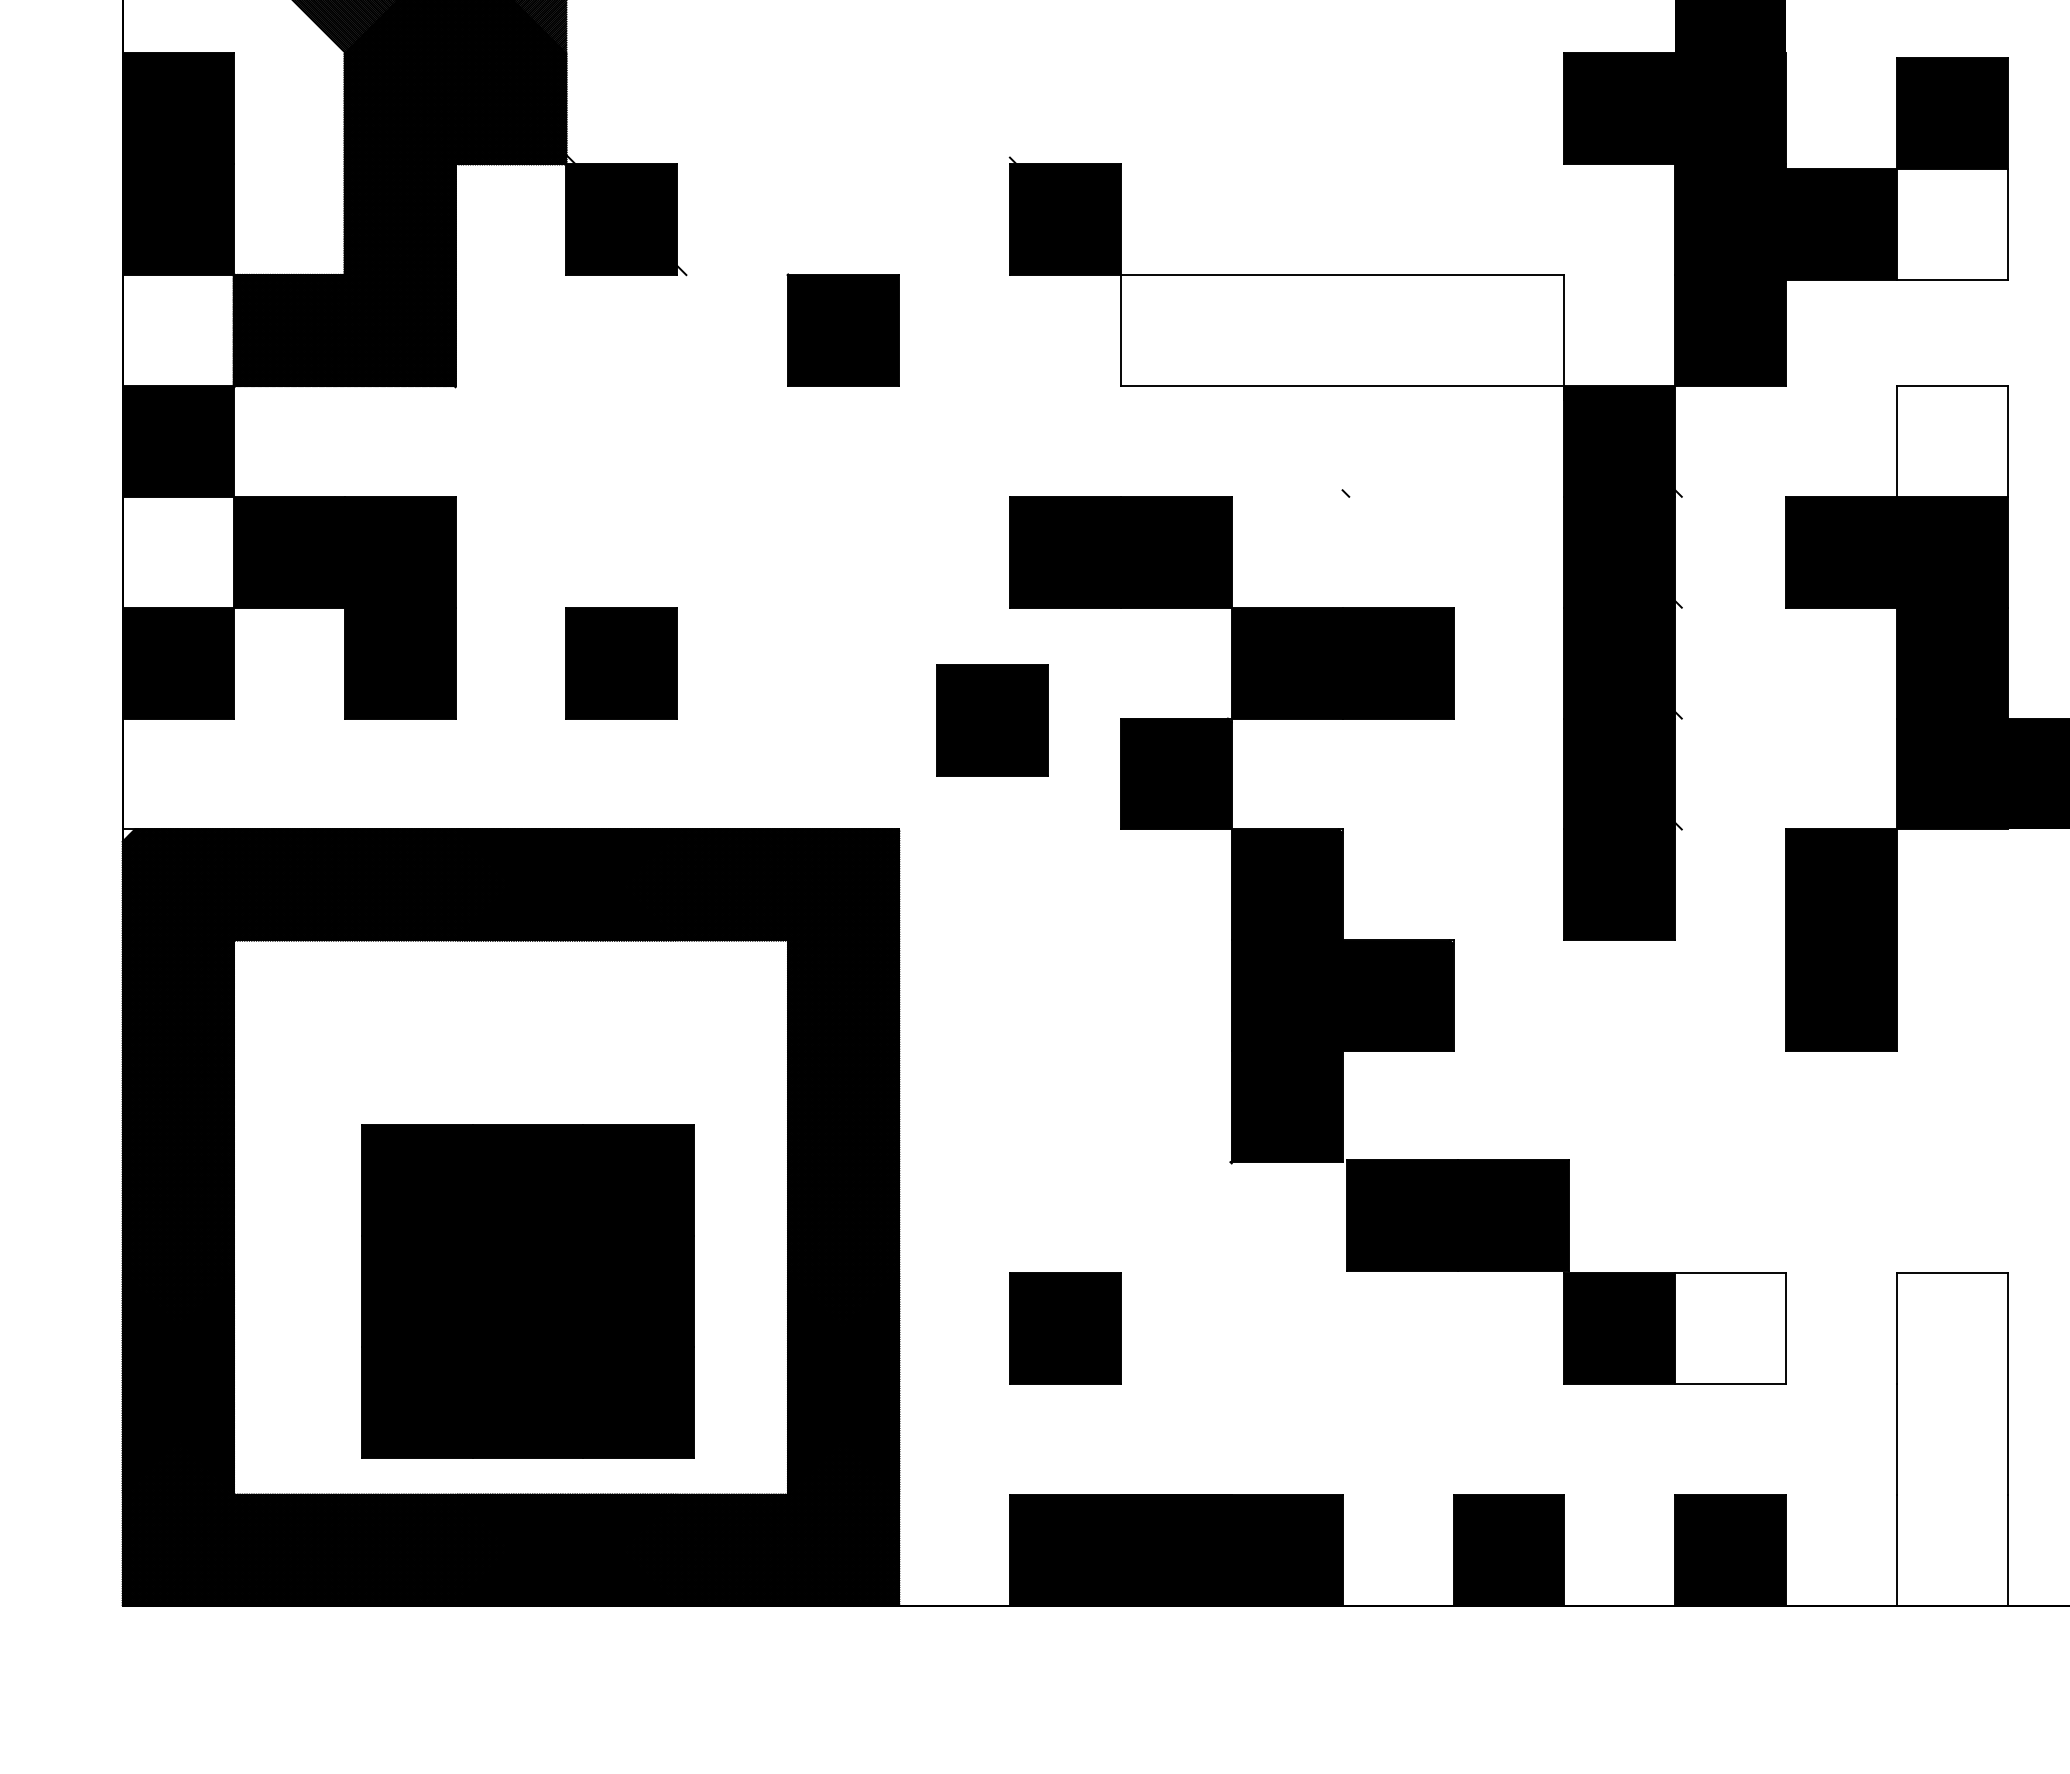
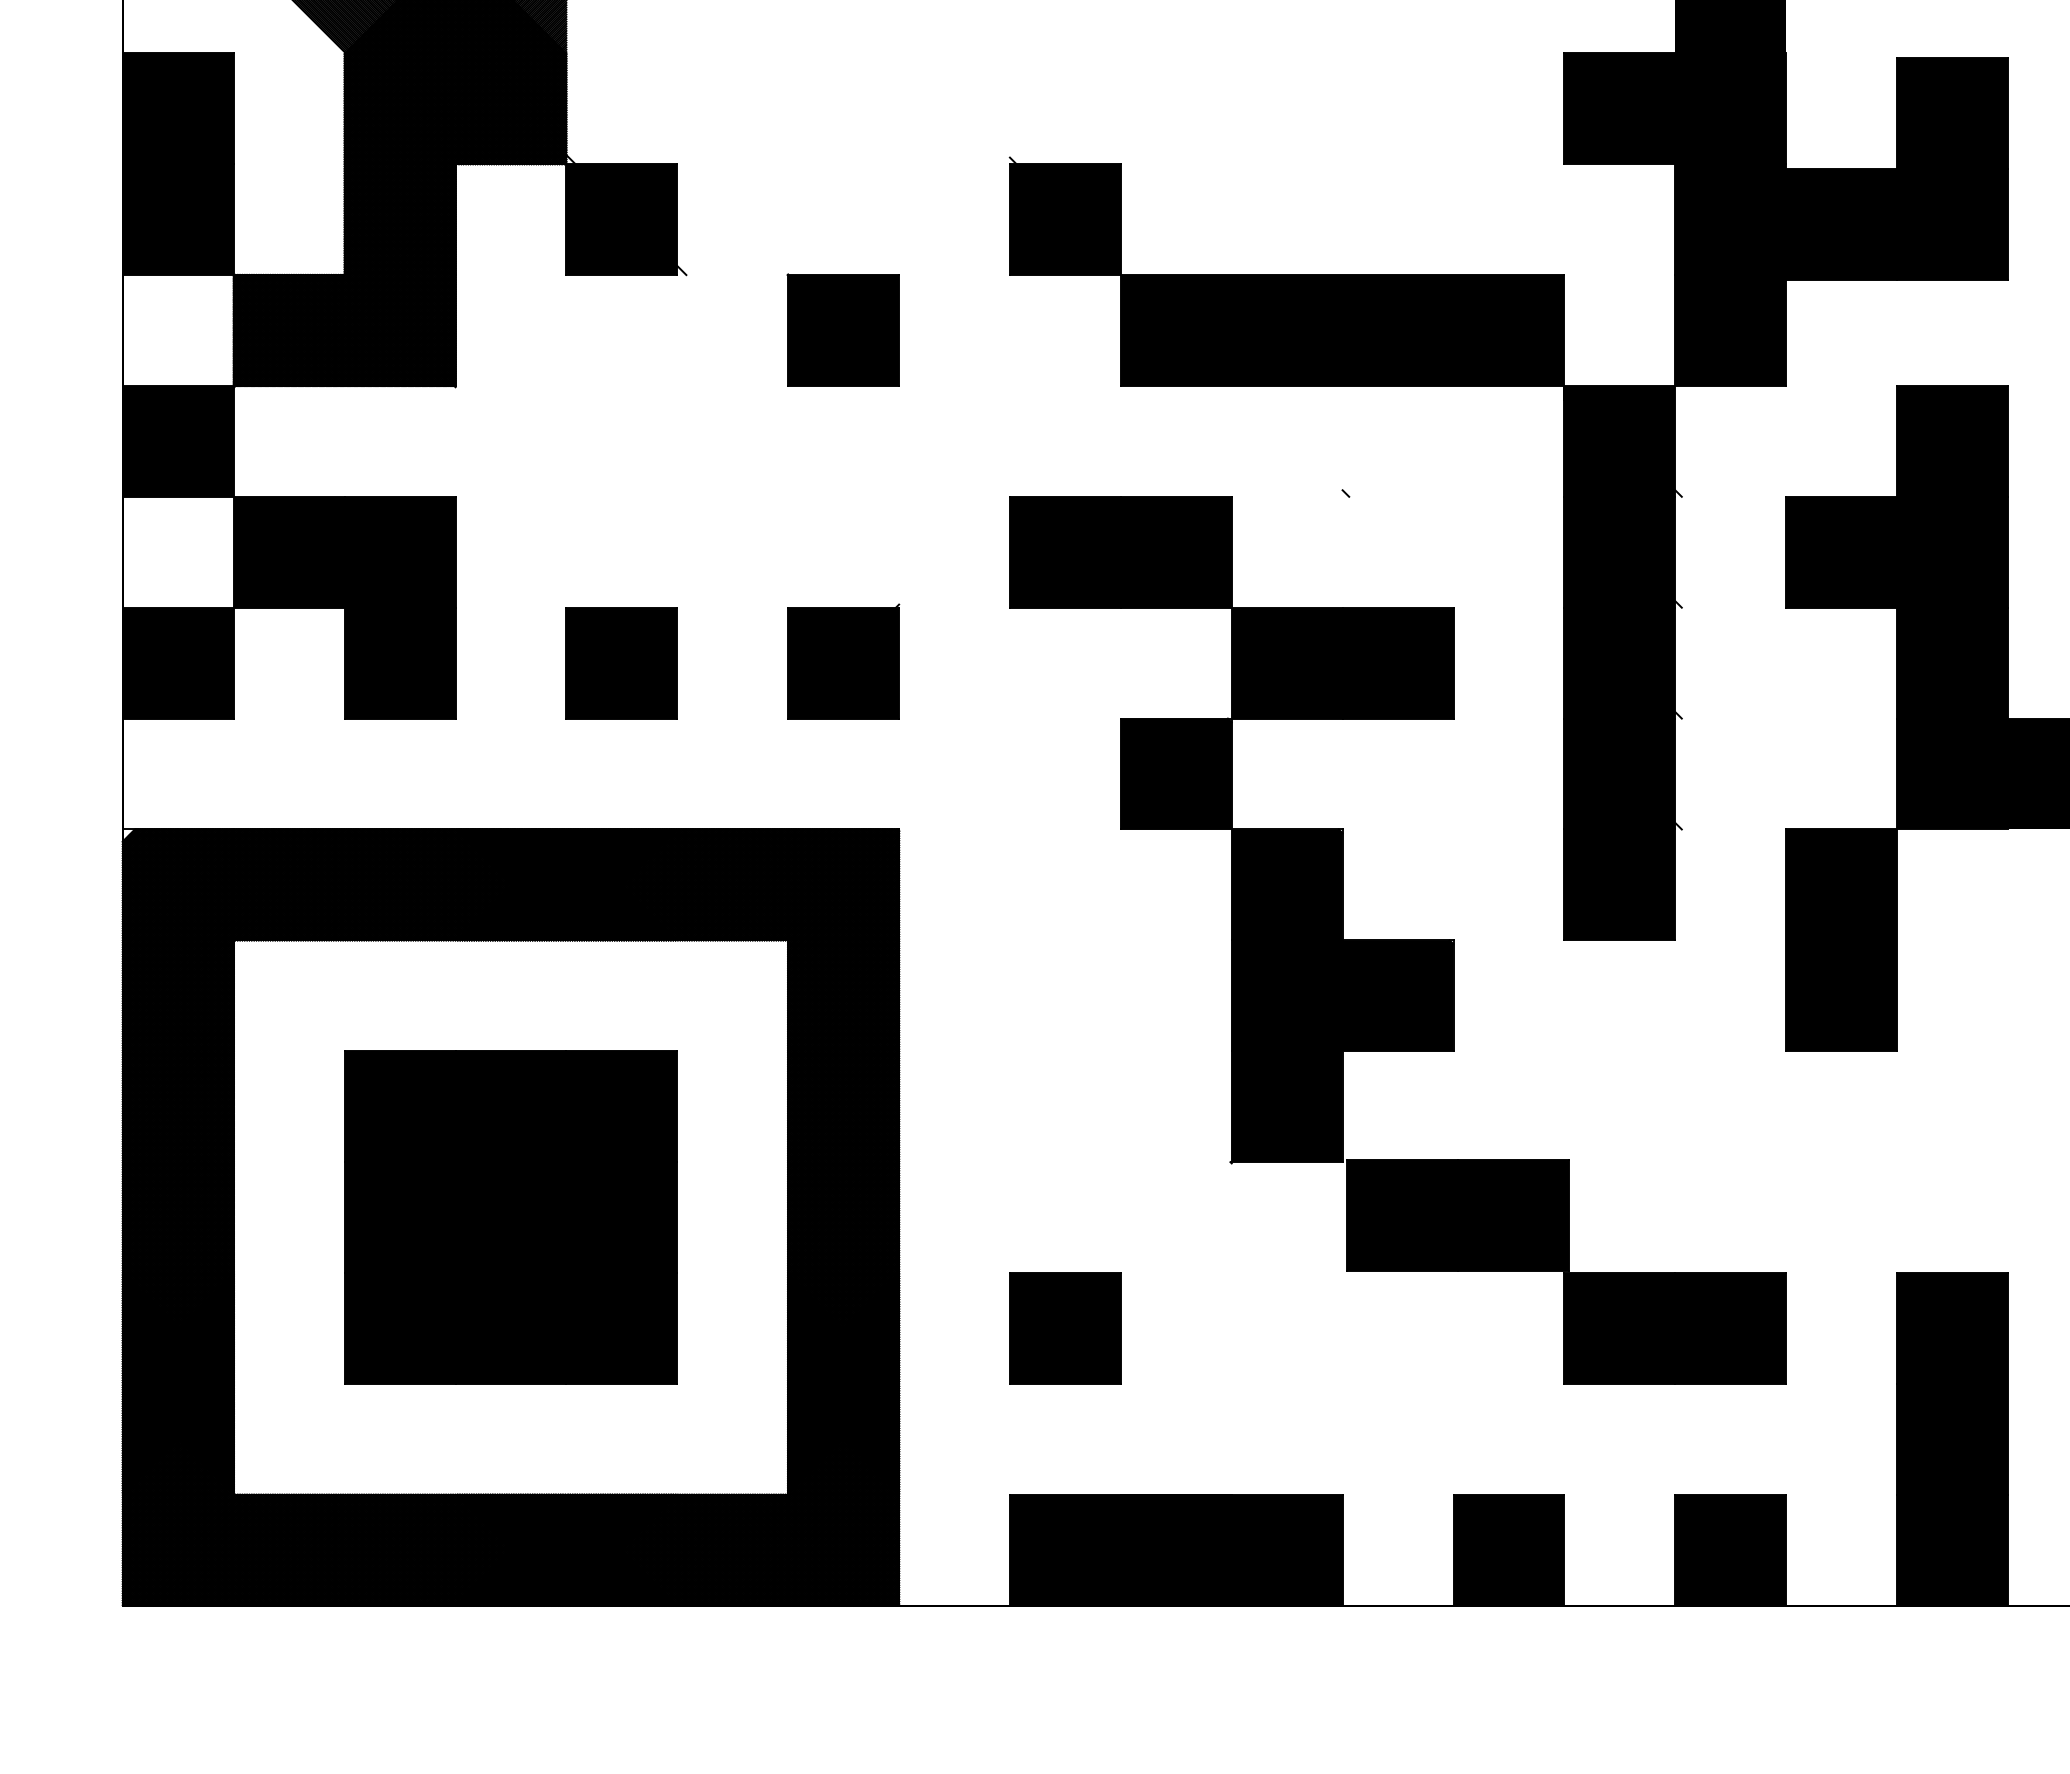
fill at (1952, 224): none -> present
fill at (1342, 330): none -> present
fill at (1952, 440): none -> present
part at (843, 661): none -> present
part at (992, 720): present -> none
part at (527, 1291) position: (527, 1291) -> (510, 1217)
fill at (1730, 1328): none -> present
fill at (1952, 1439): none -> present
